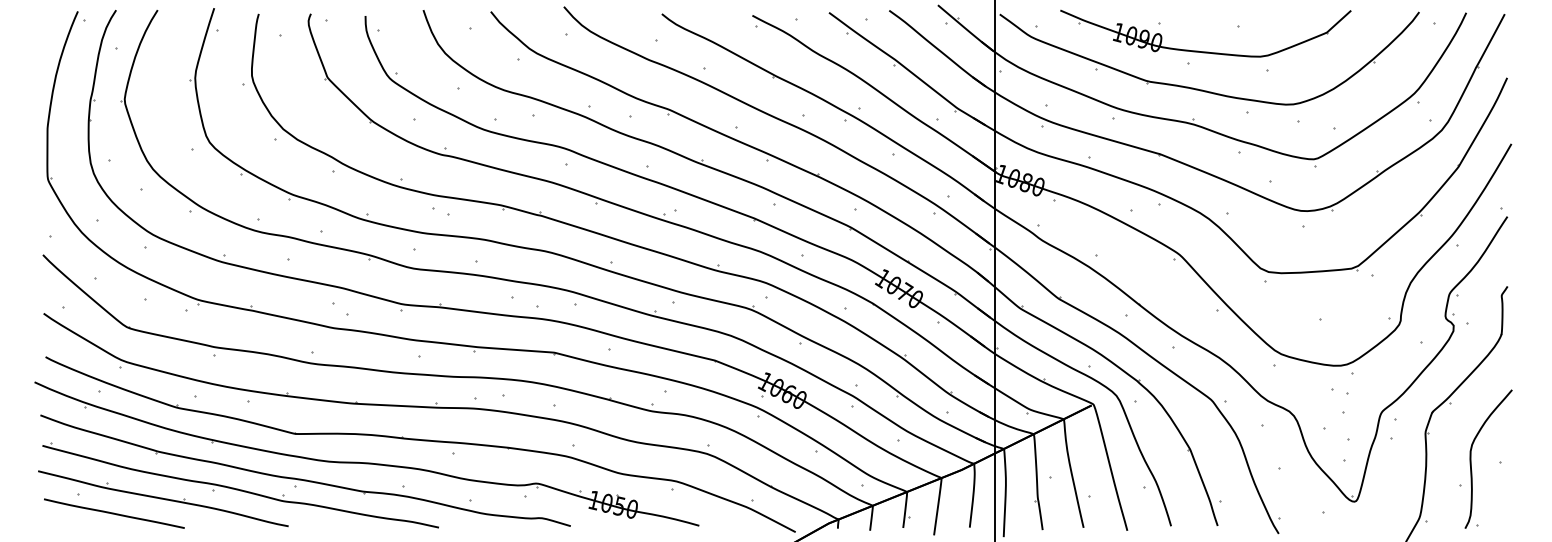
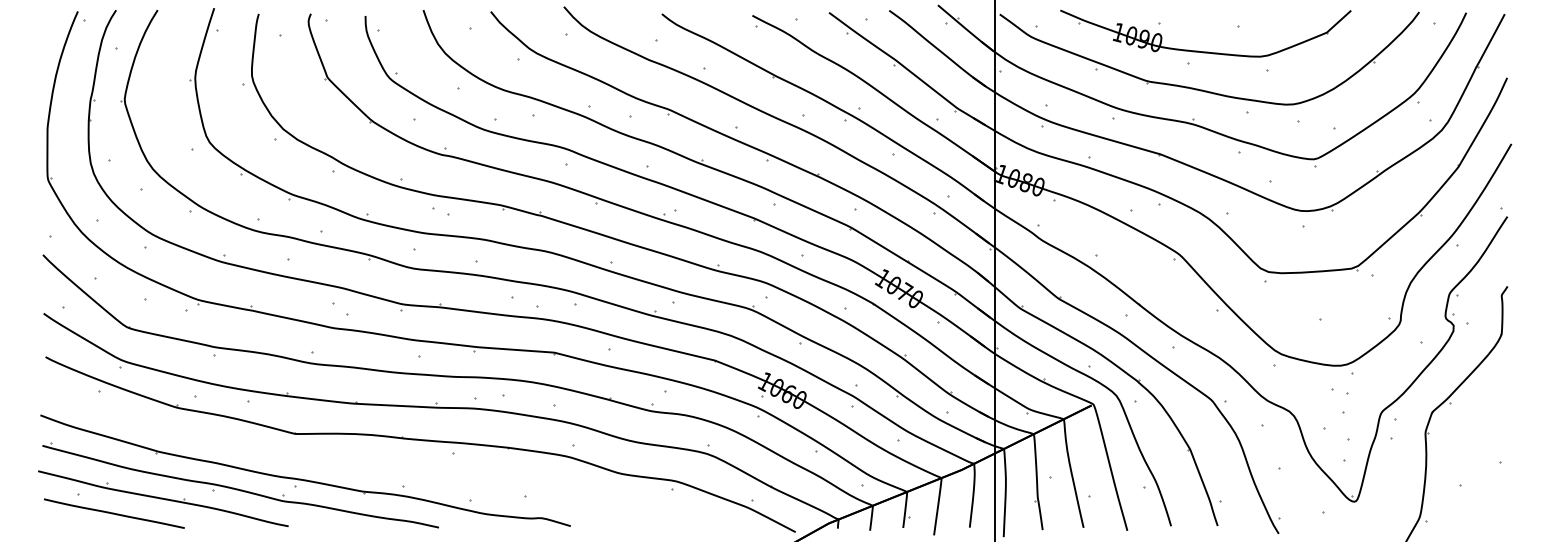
part at (1471, 458): present -> none
part at (366, 462): present -> none
